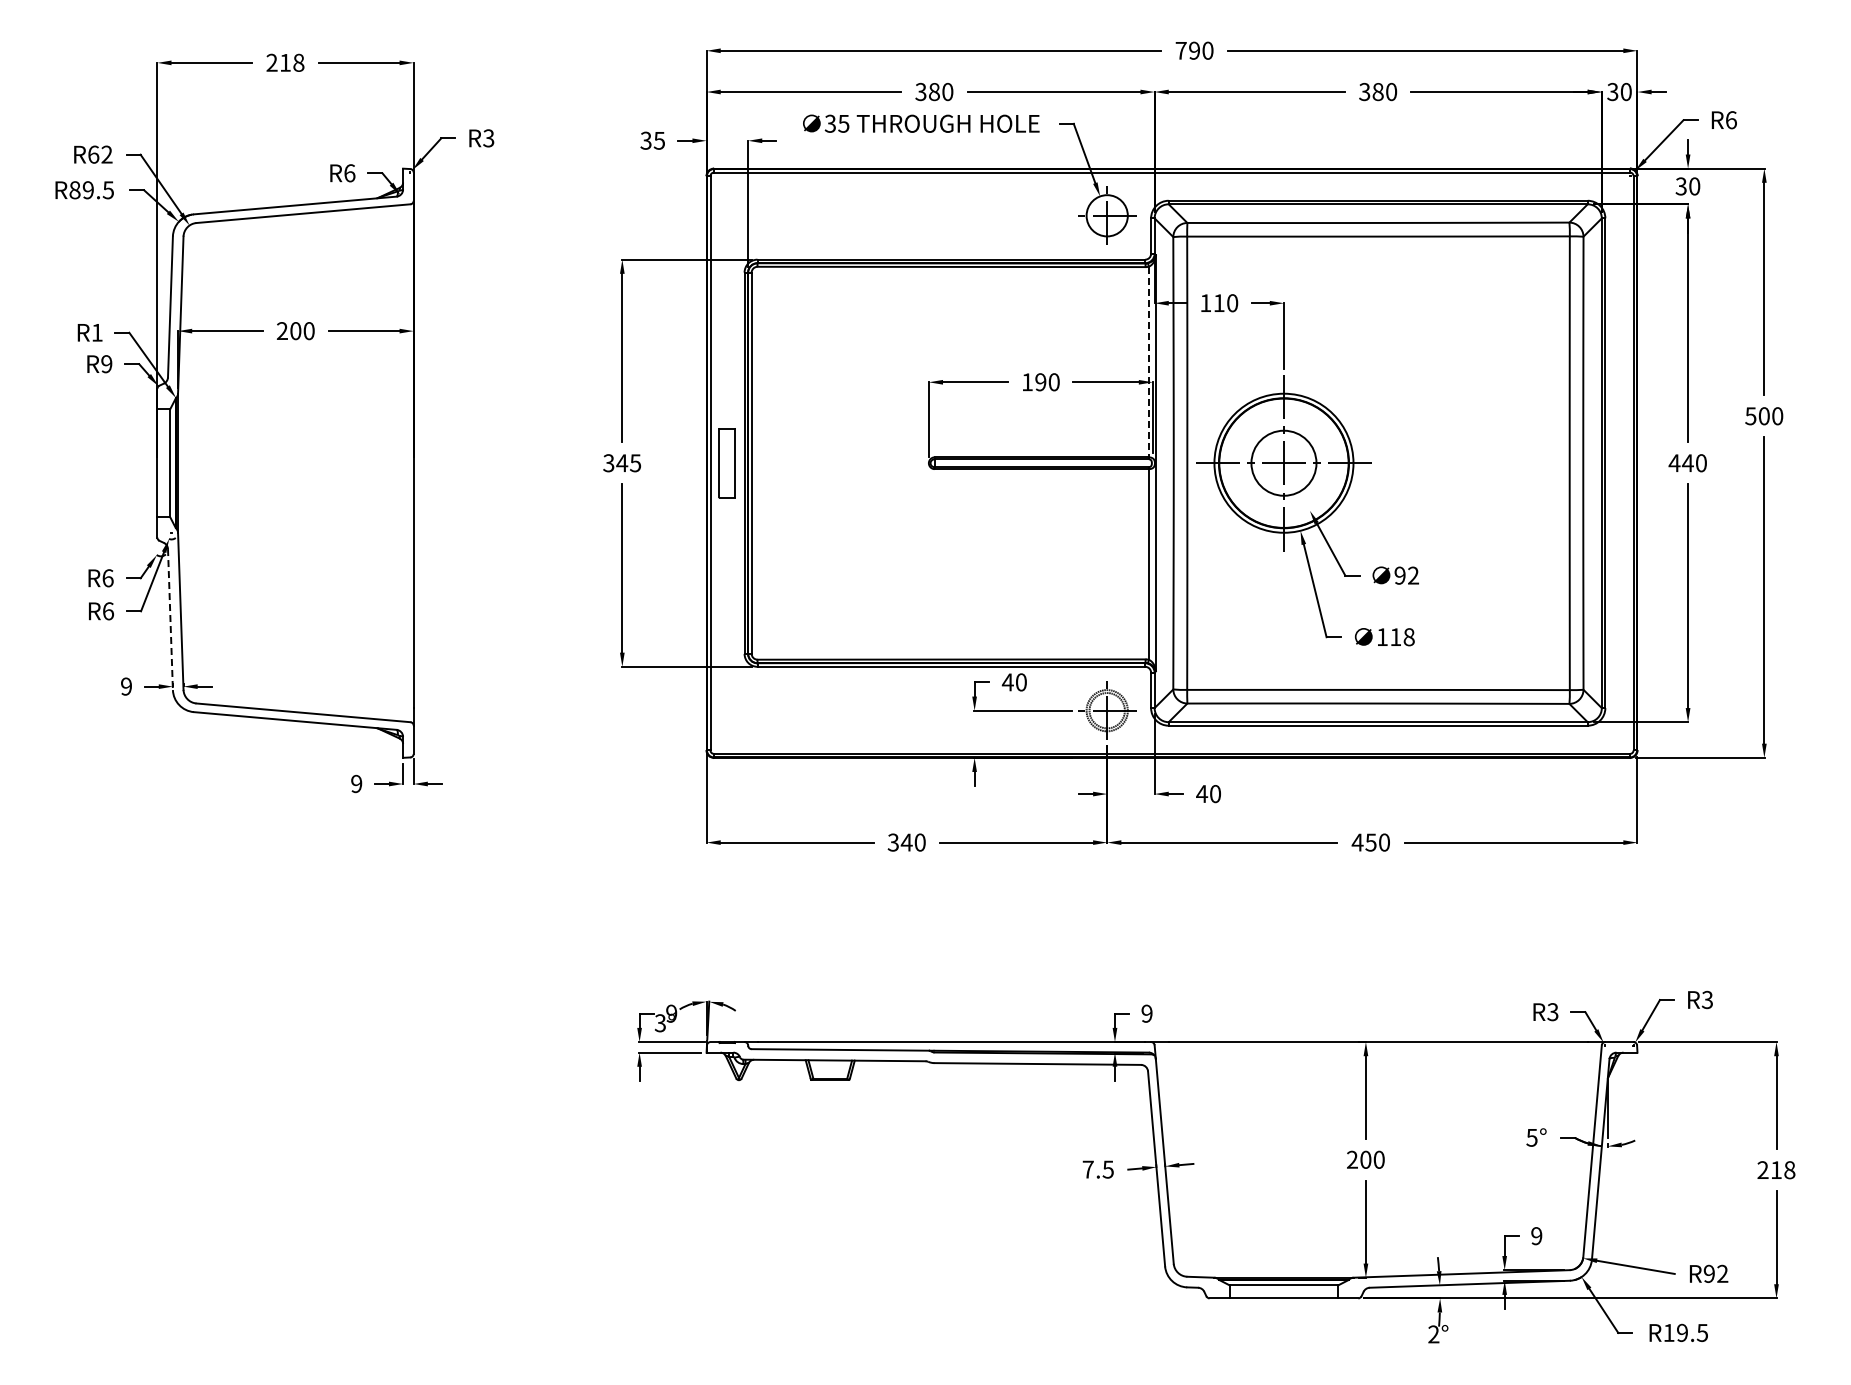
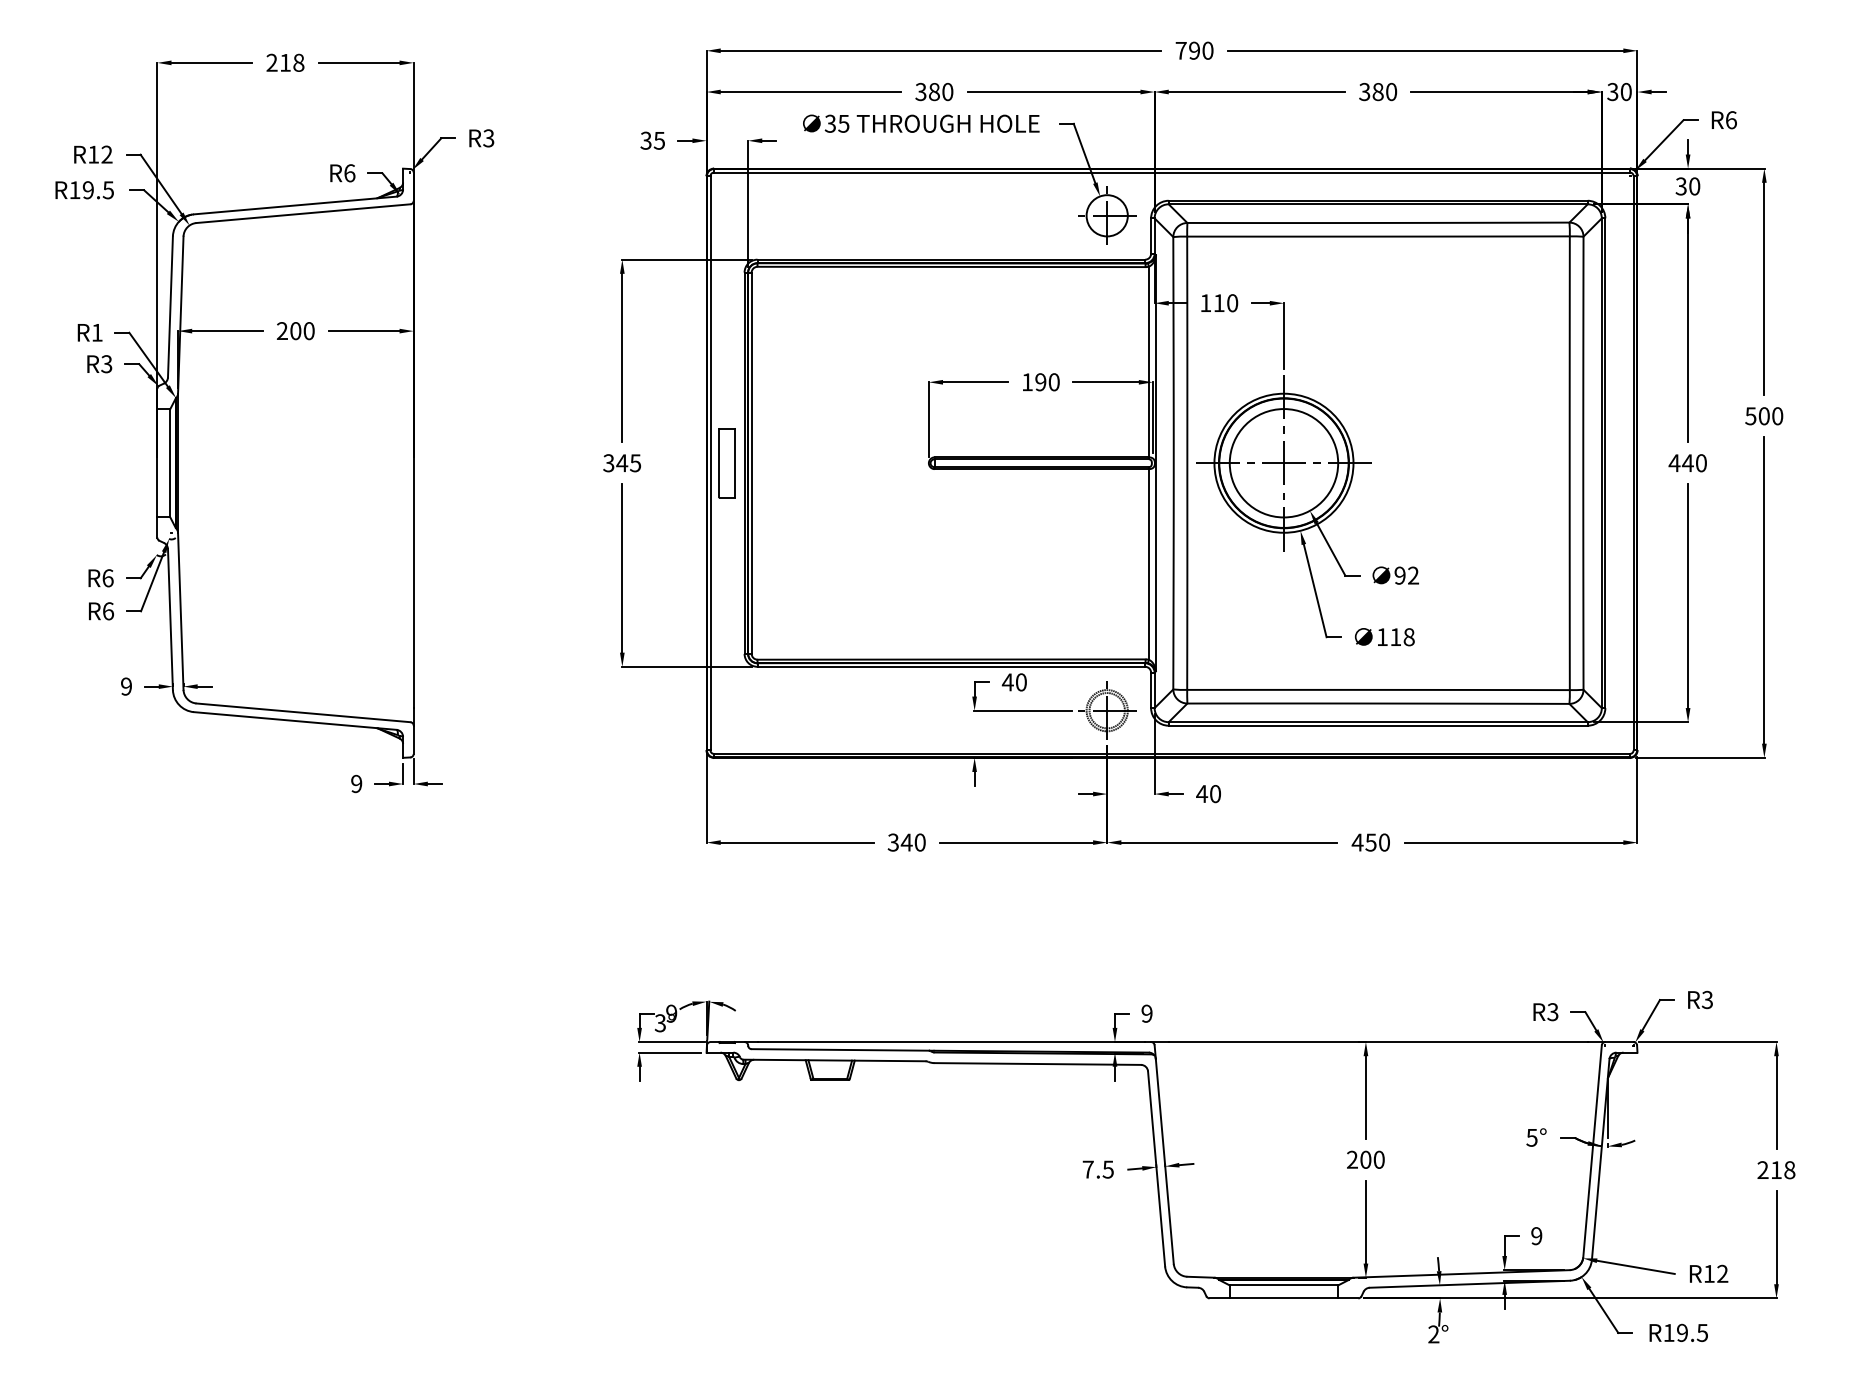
text at (93, 154): R62 -> R12
text at (74, 190): R89.5 -> R19.5
line at (1148, 362): dashed -> solid
text at (106, 364): R9 -> R3
circle at (1283, 462) diameter: 65 px -> 108 px
line at (170, 619): dashed -> solid
text at (1708, 1273): R92 -> R12
